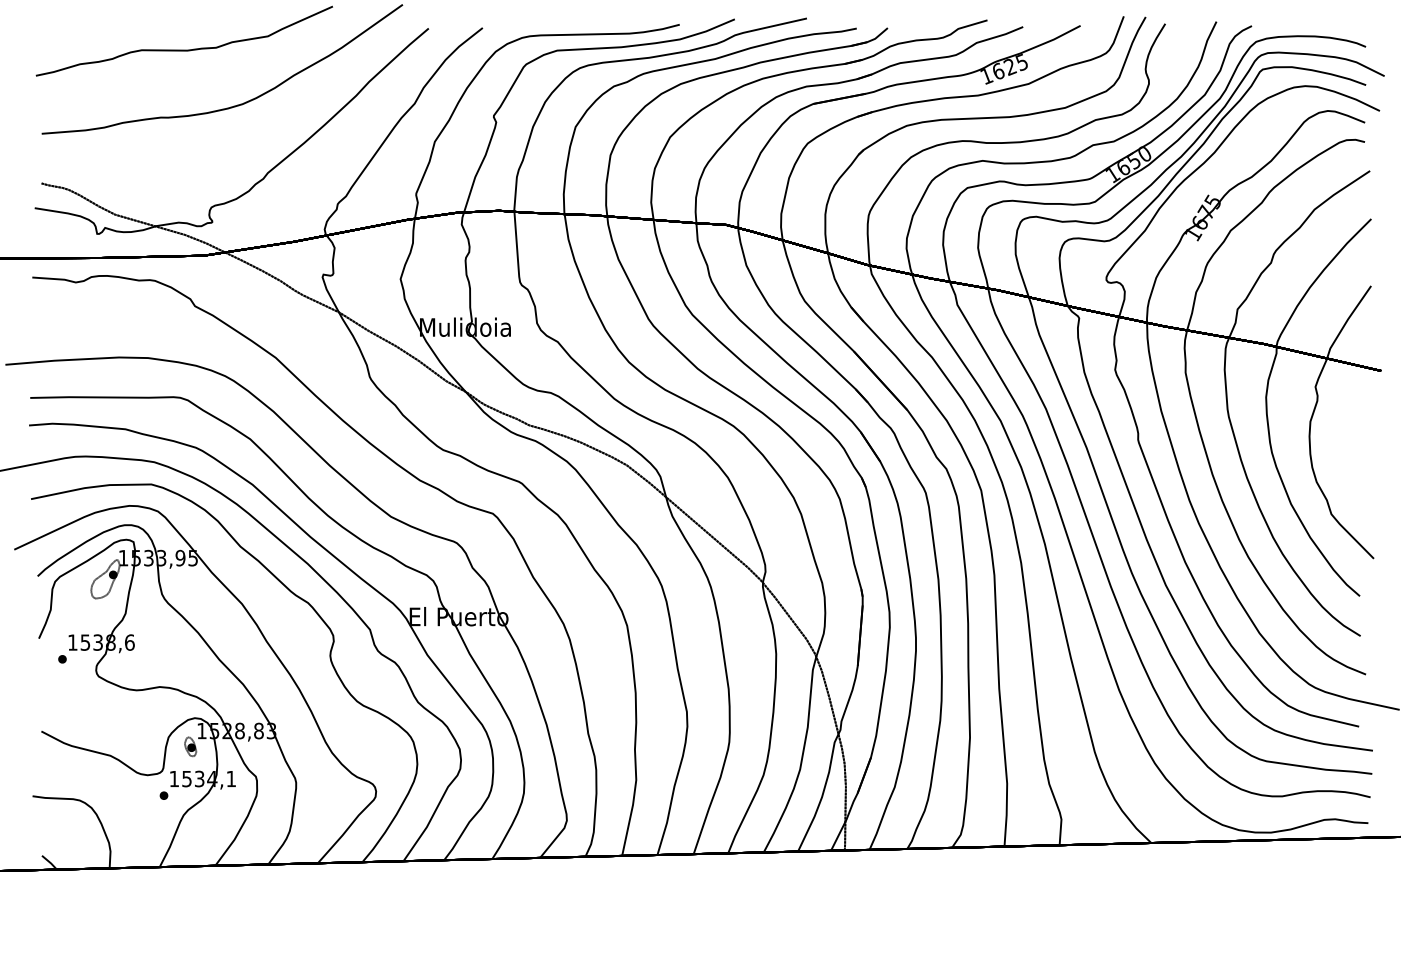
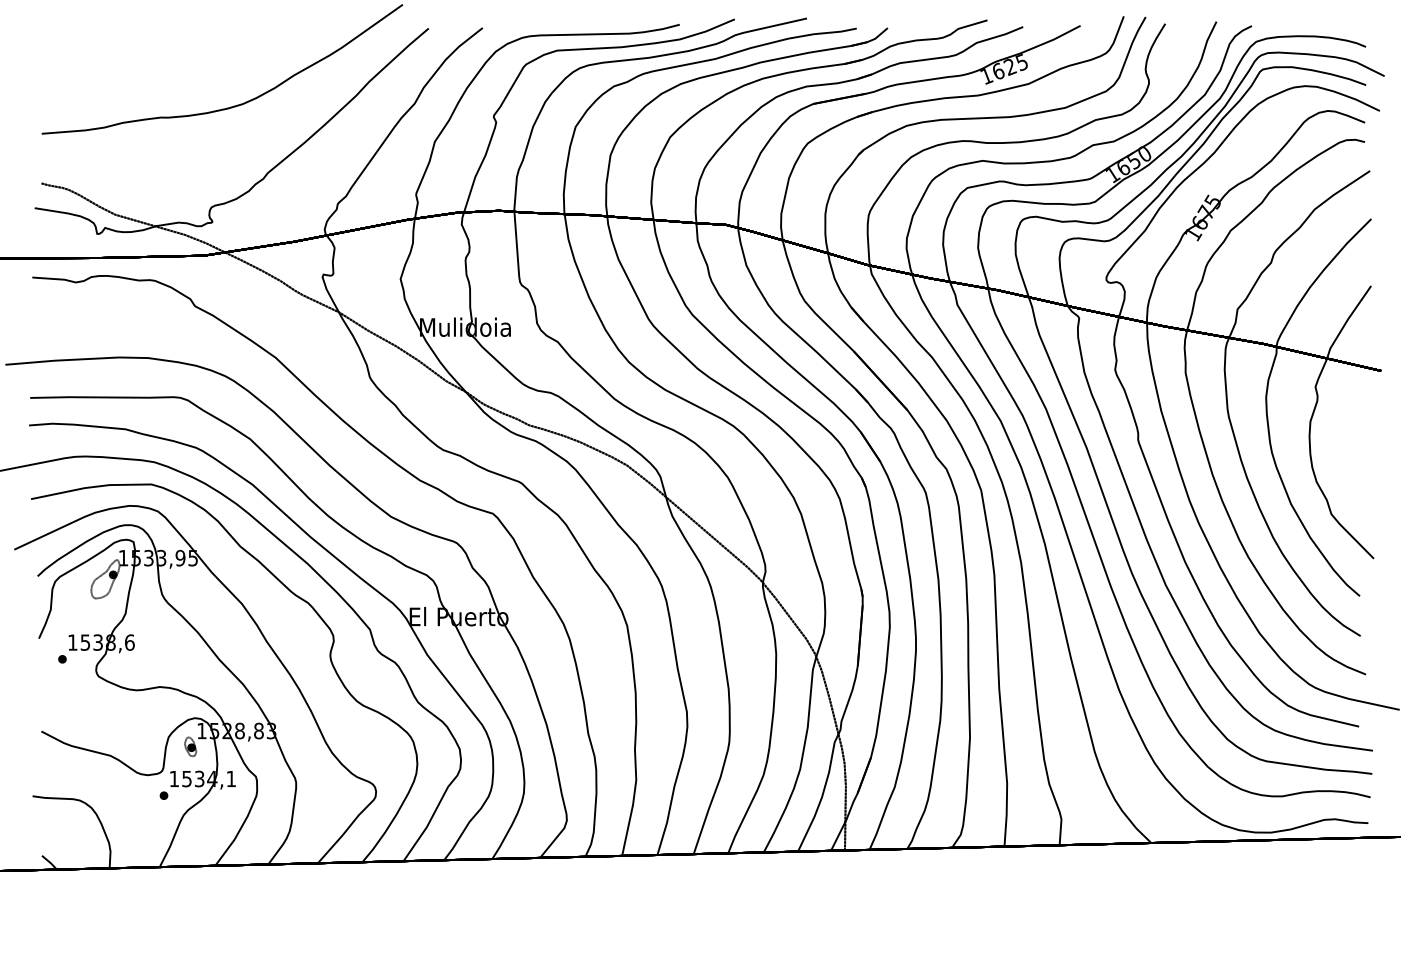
curve at (183, 49): present -> none
